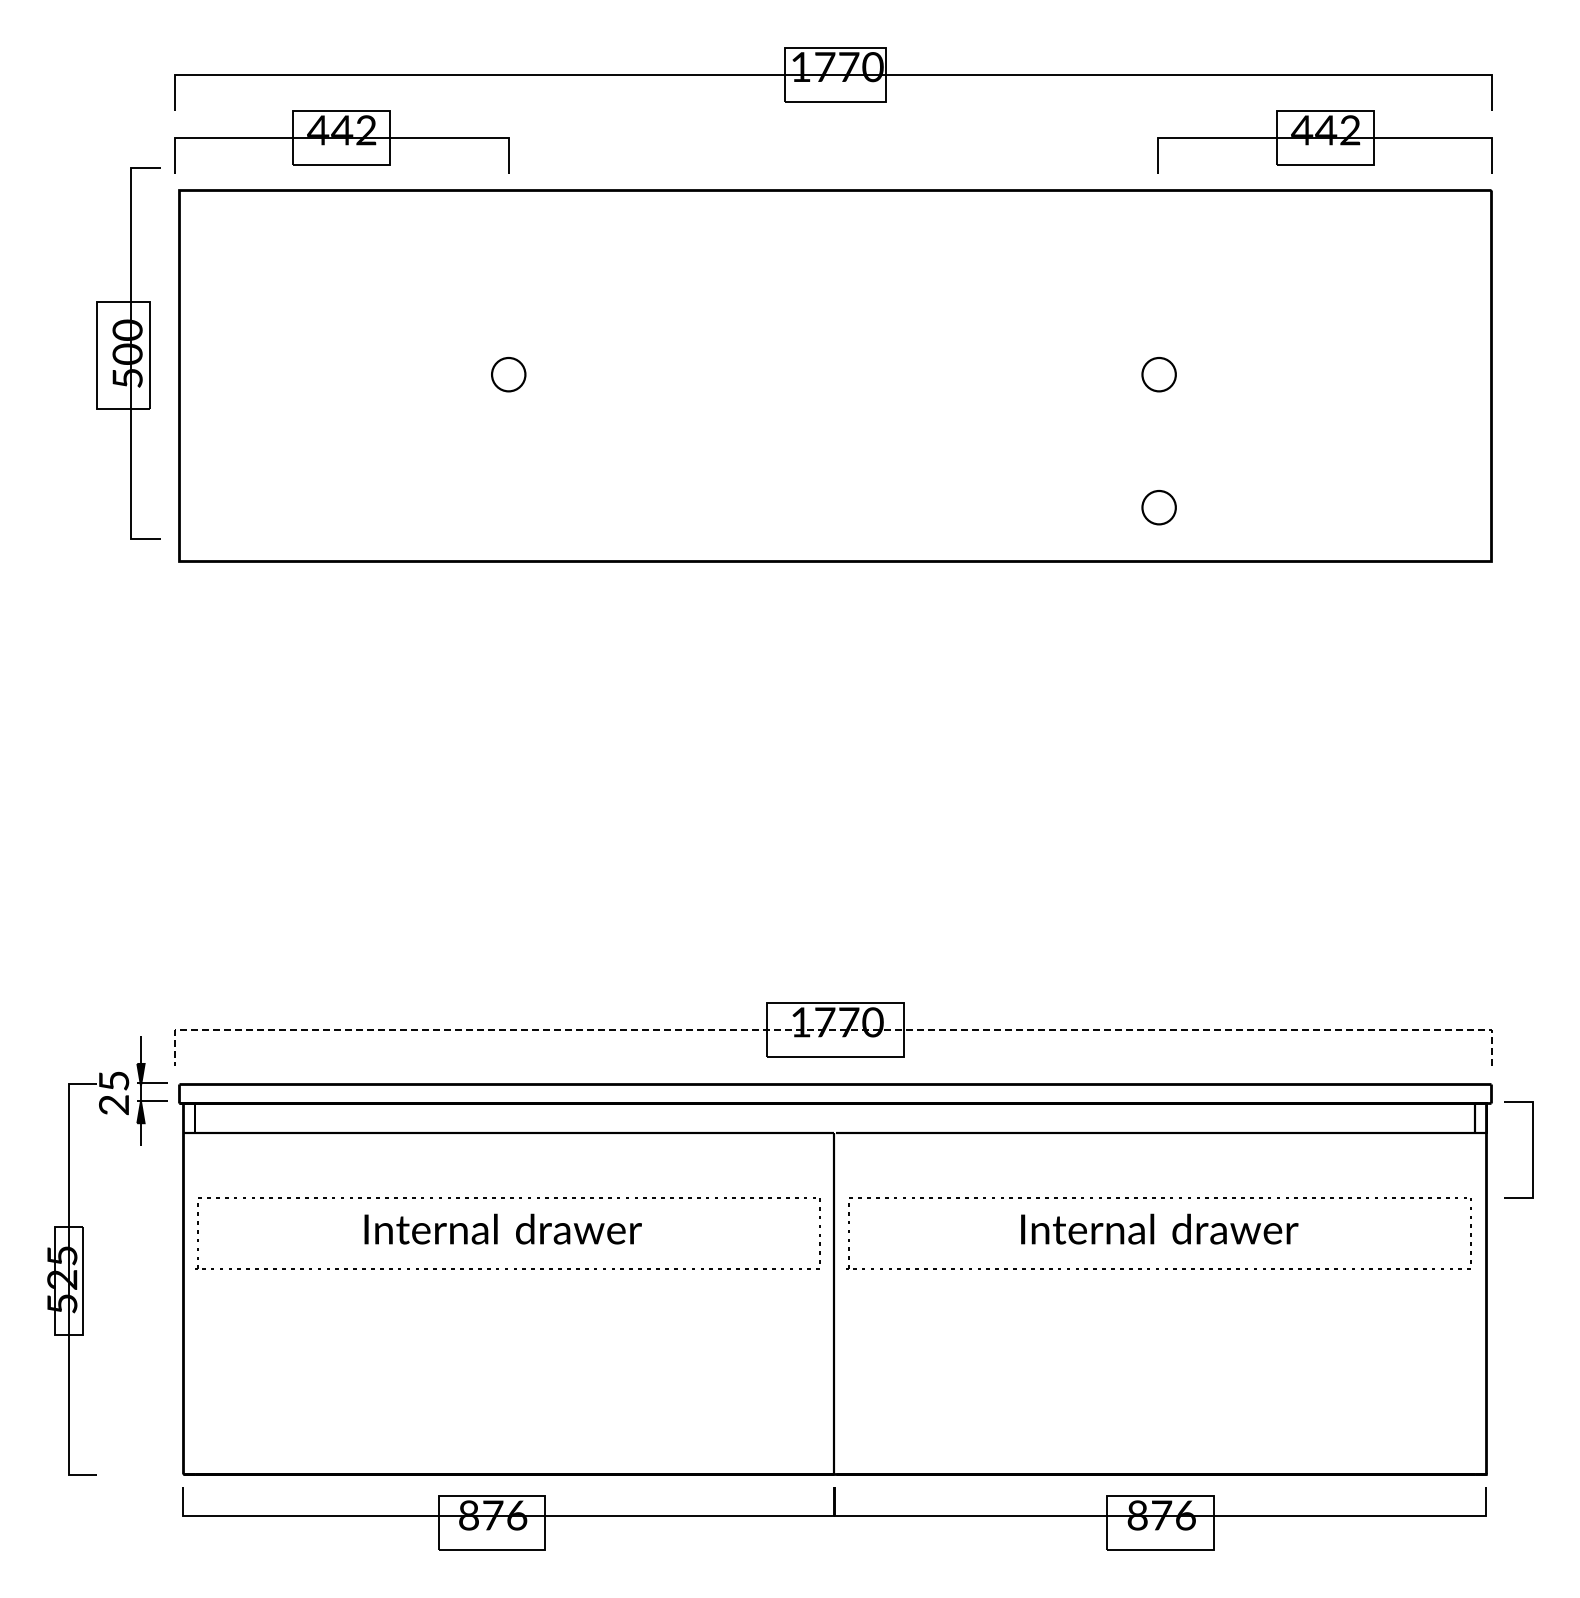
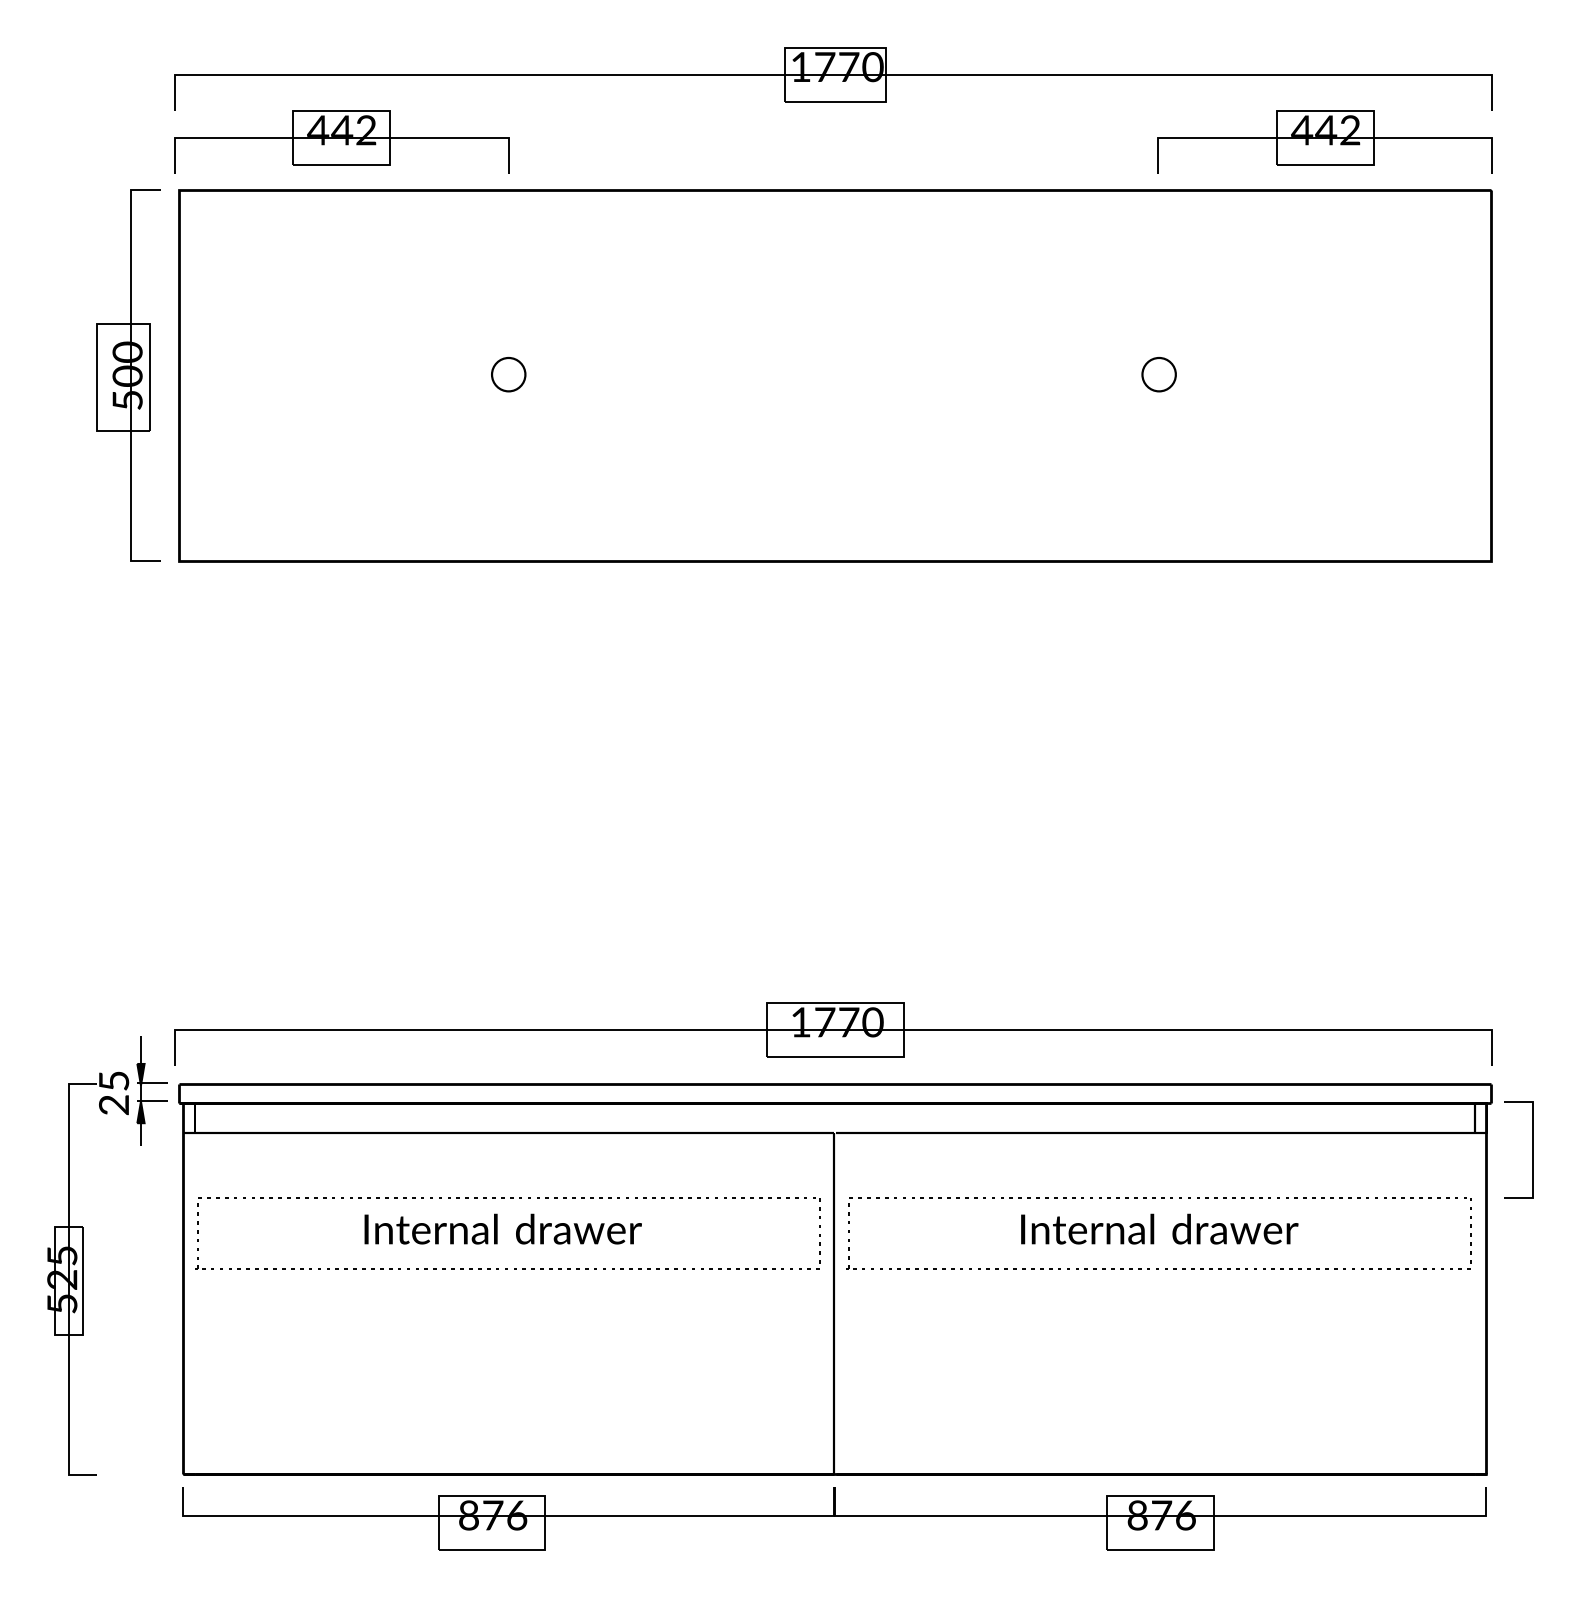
part at (128, 353) position: (128, 353) -> (128, 375)
part at (1158, 507): present -> none
line at (833, 1030): dashed -> solid
